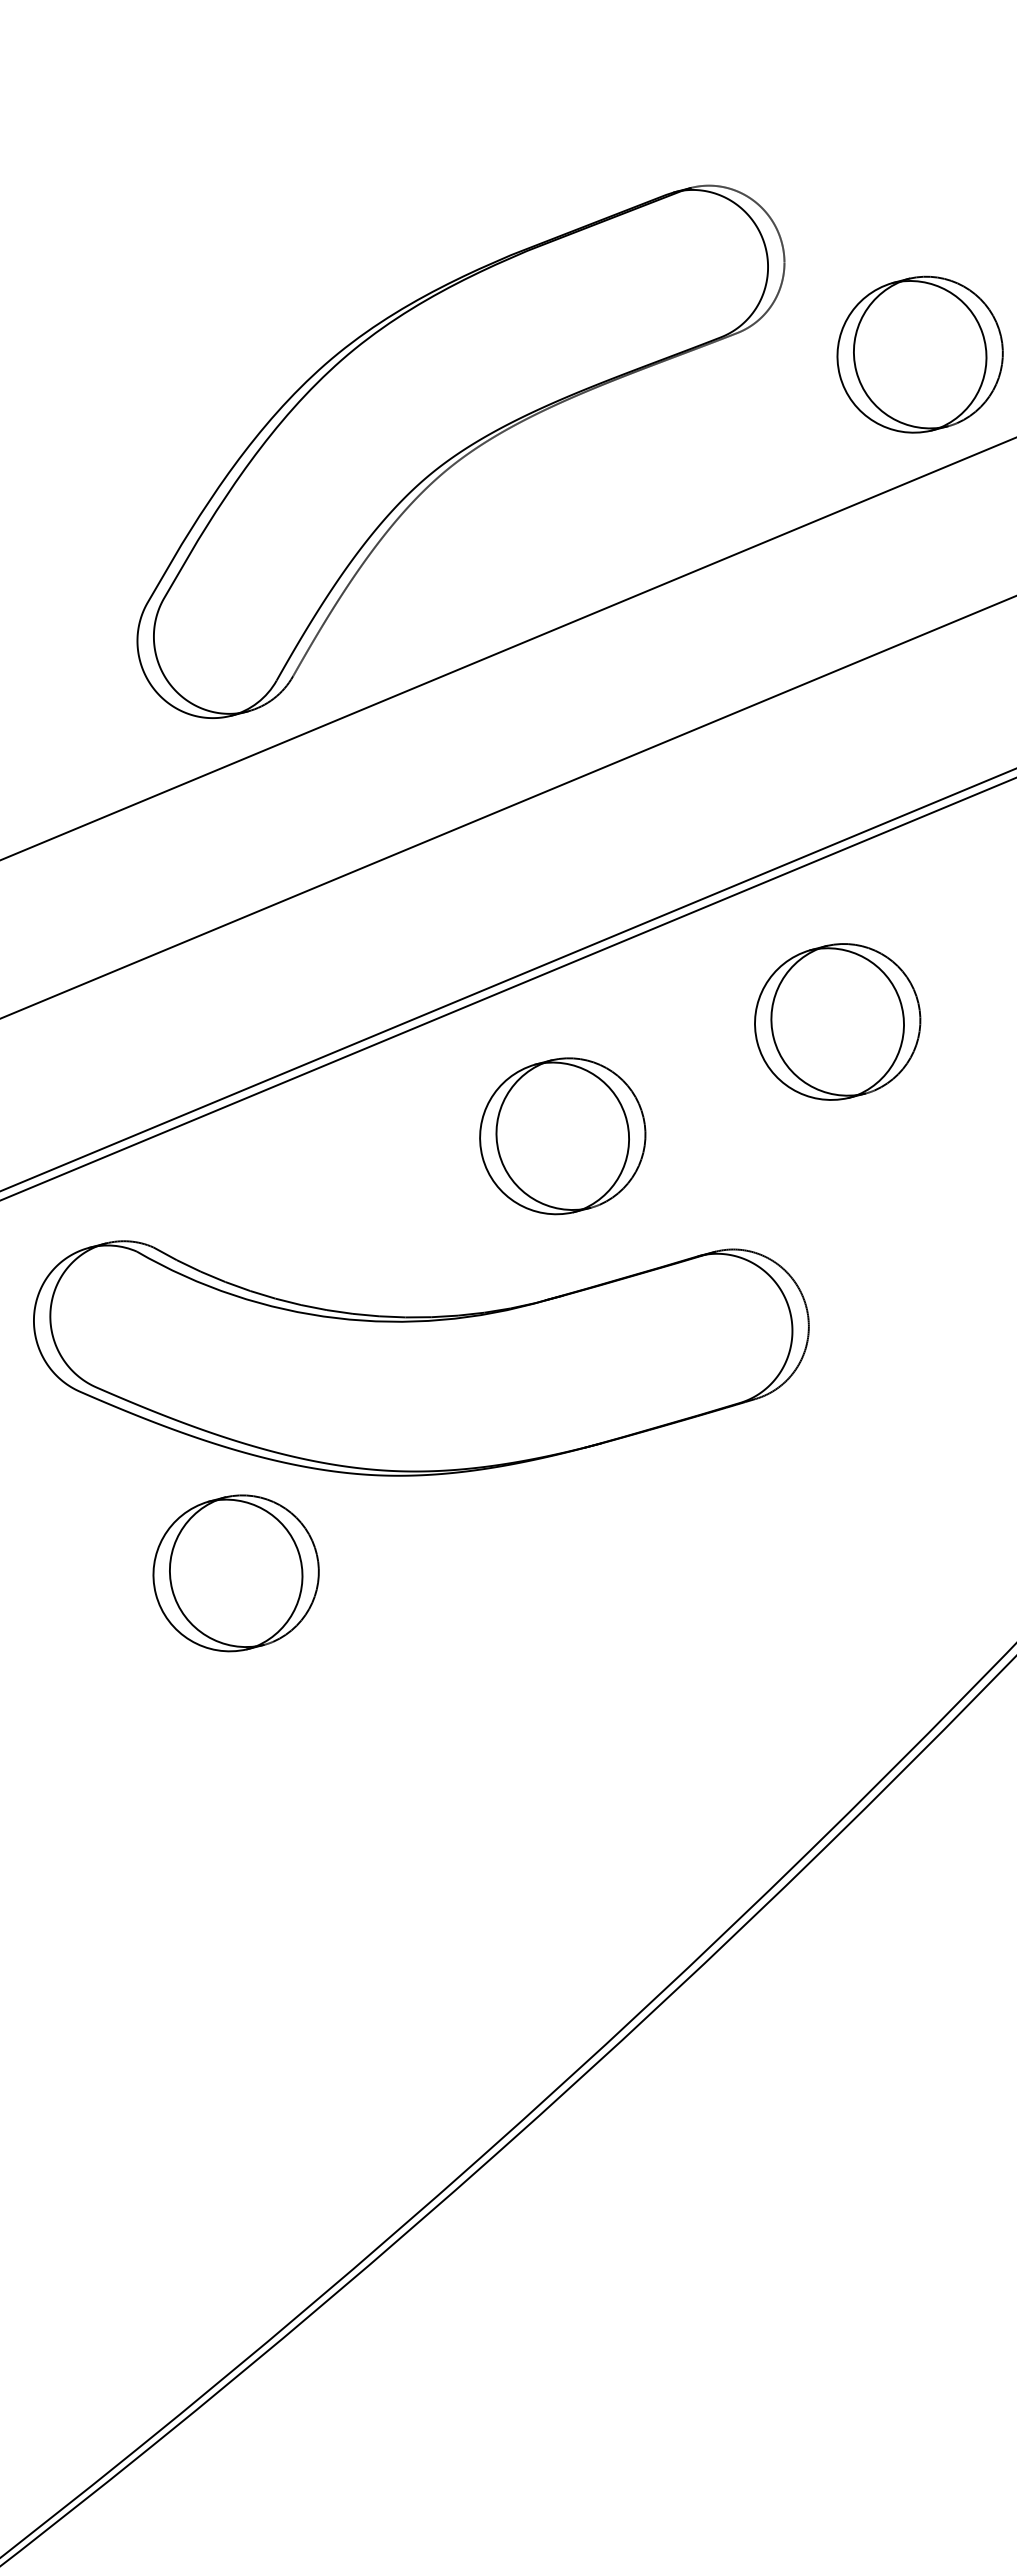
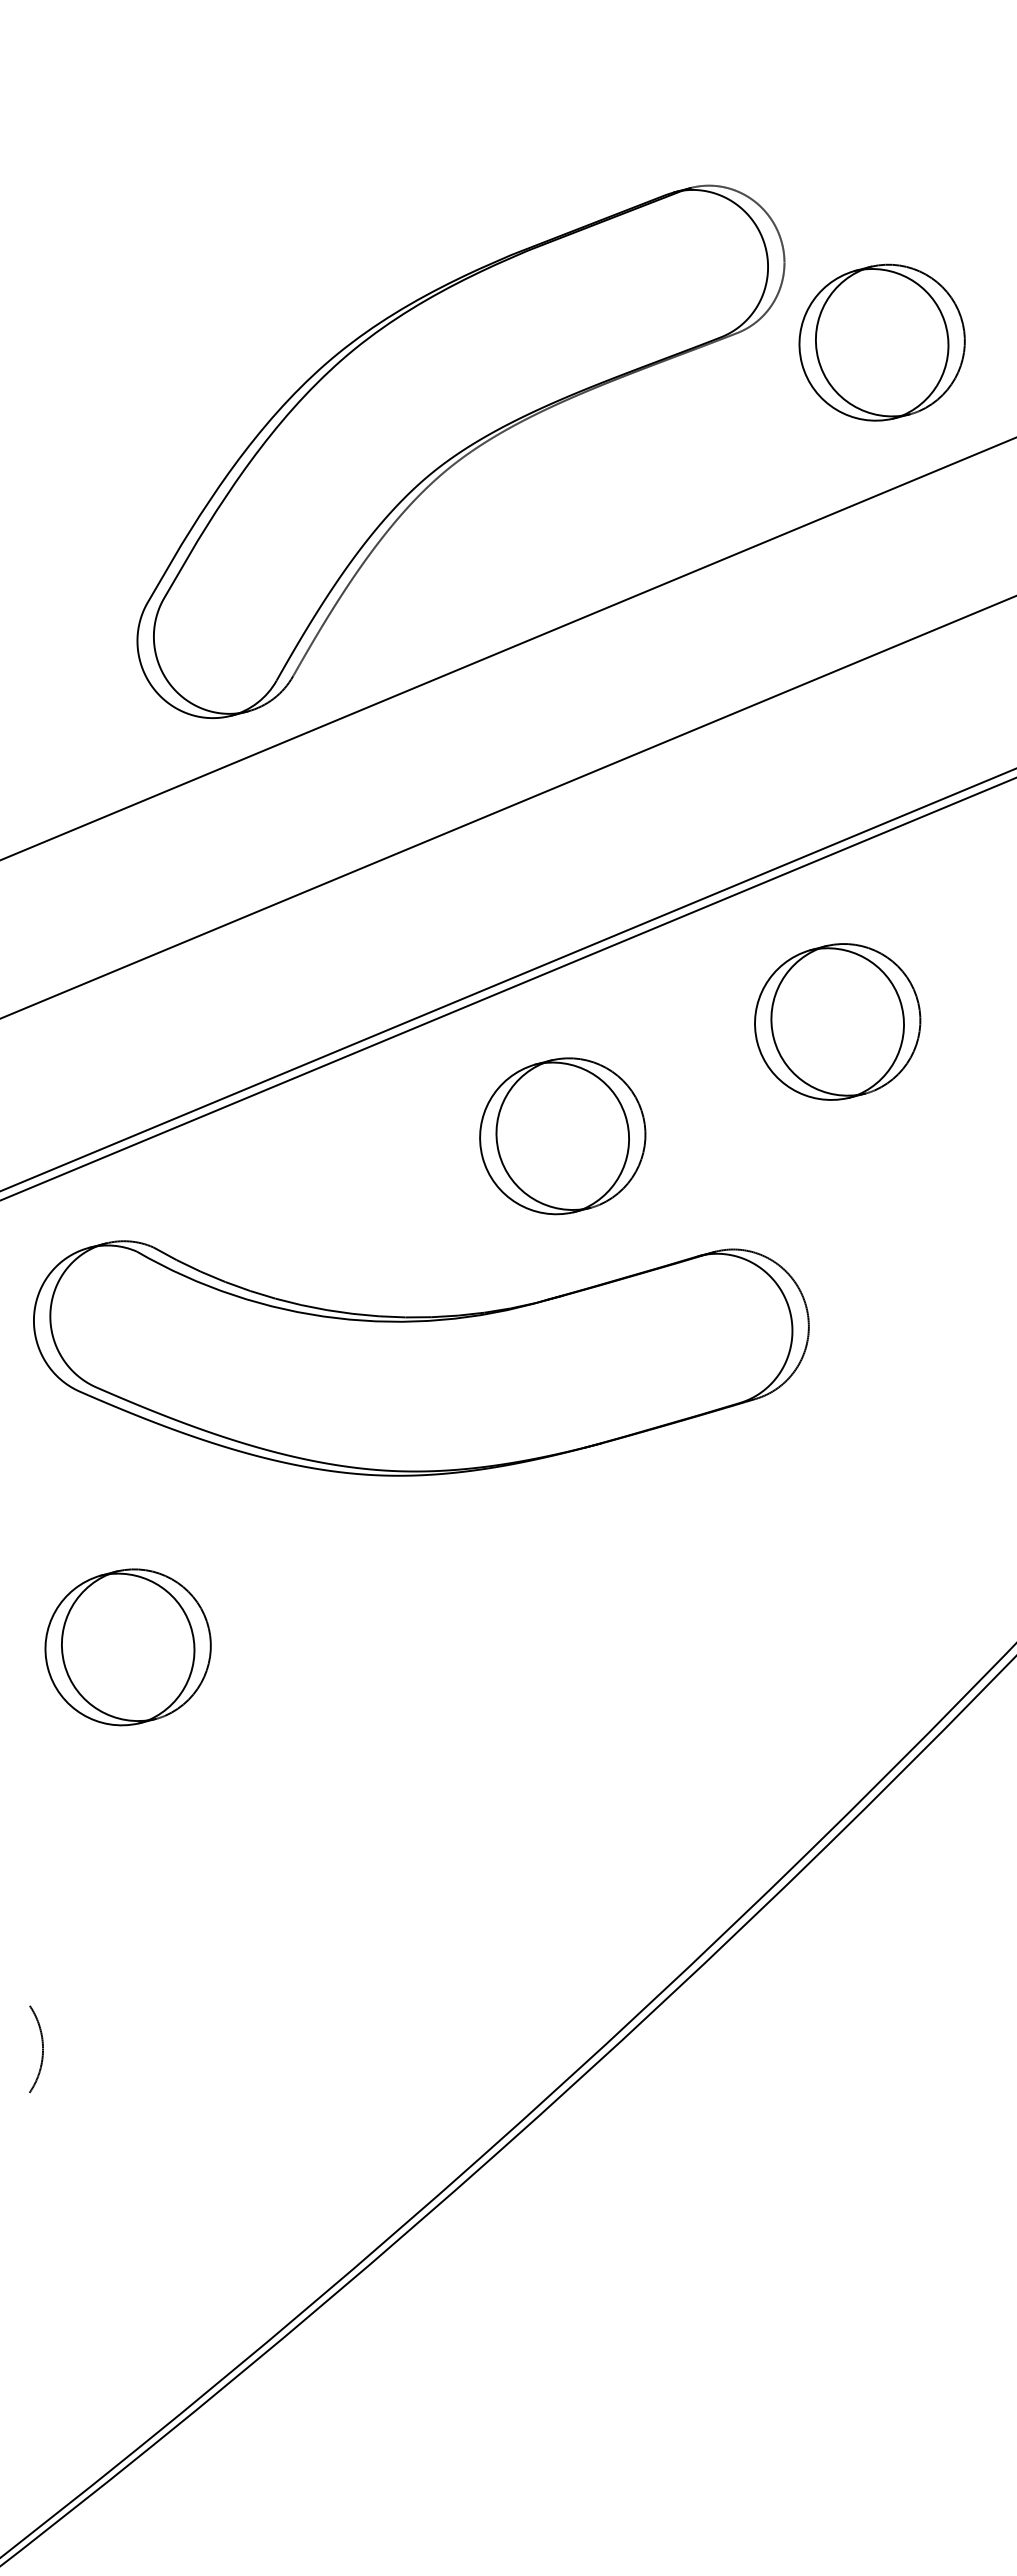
part at (919, 354) position: (919, 354) -> (881, 342)
part at (235, 1573) position: (235, 1573) -> (127, 1647)
curve at (42, 2049): none -> present
